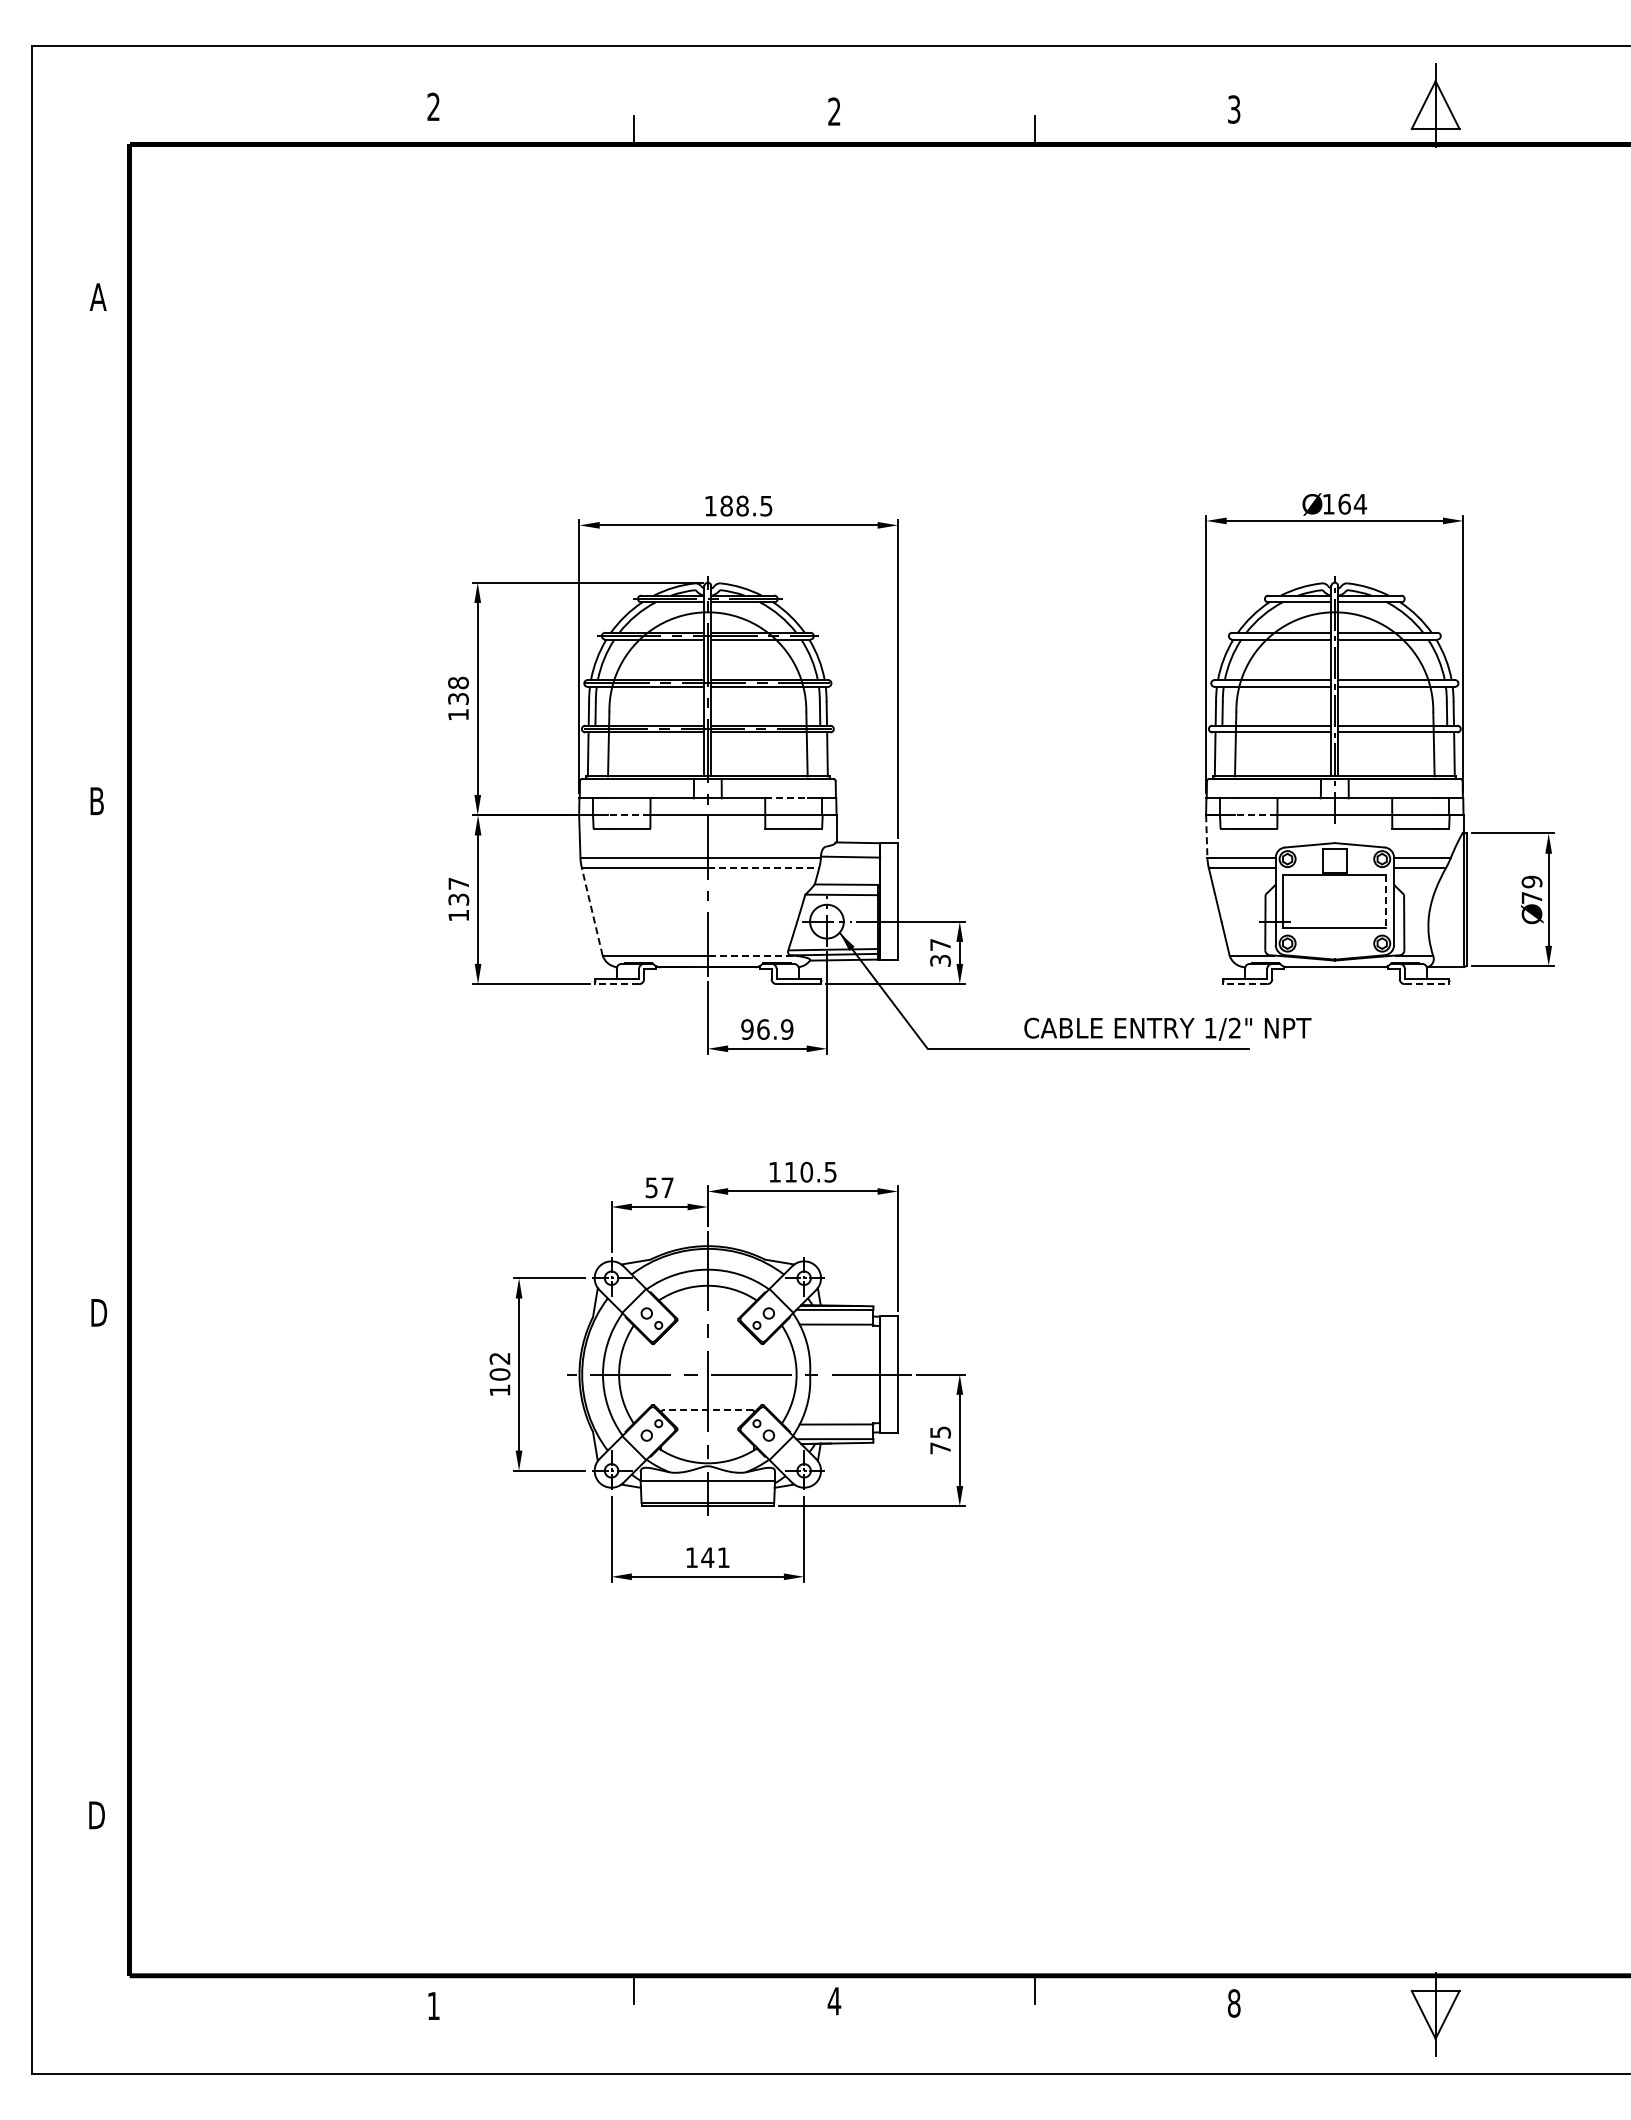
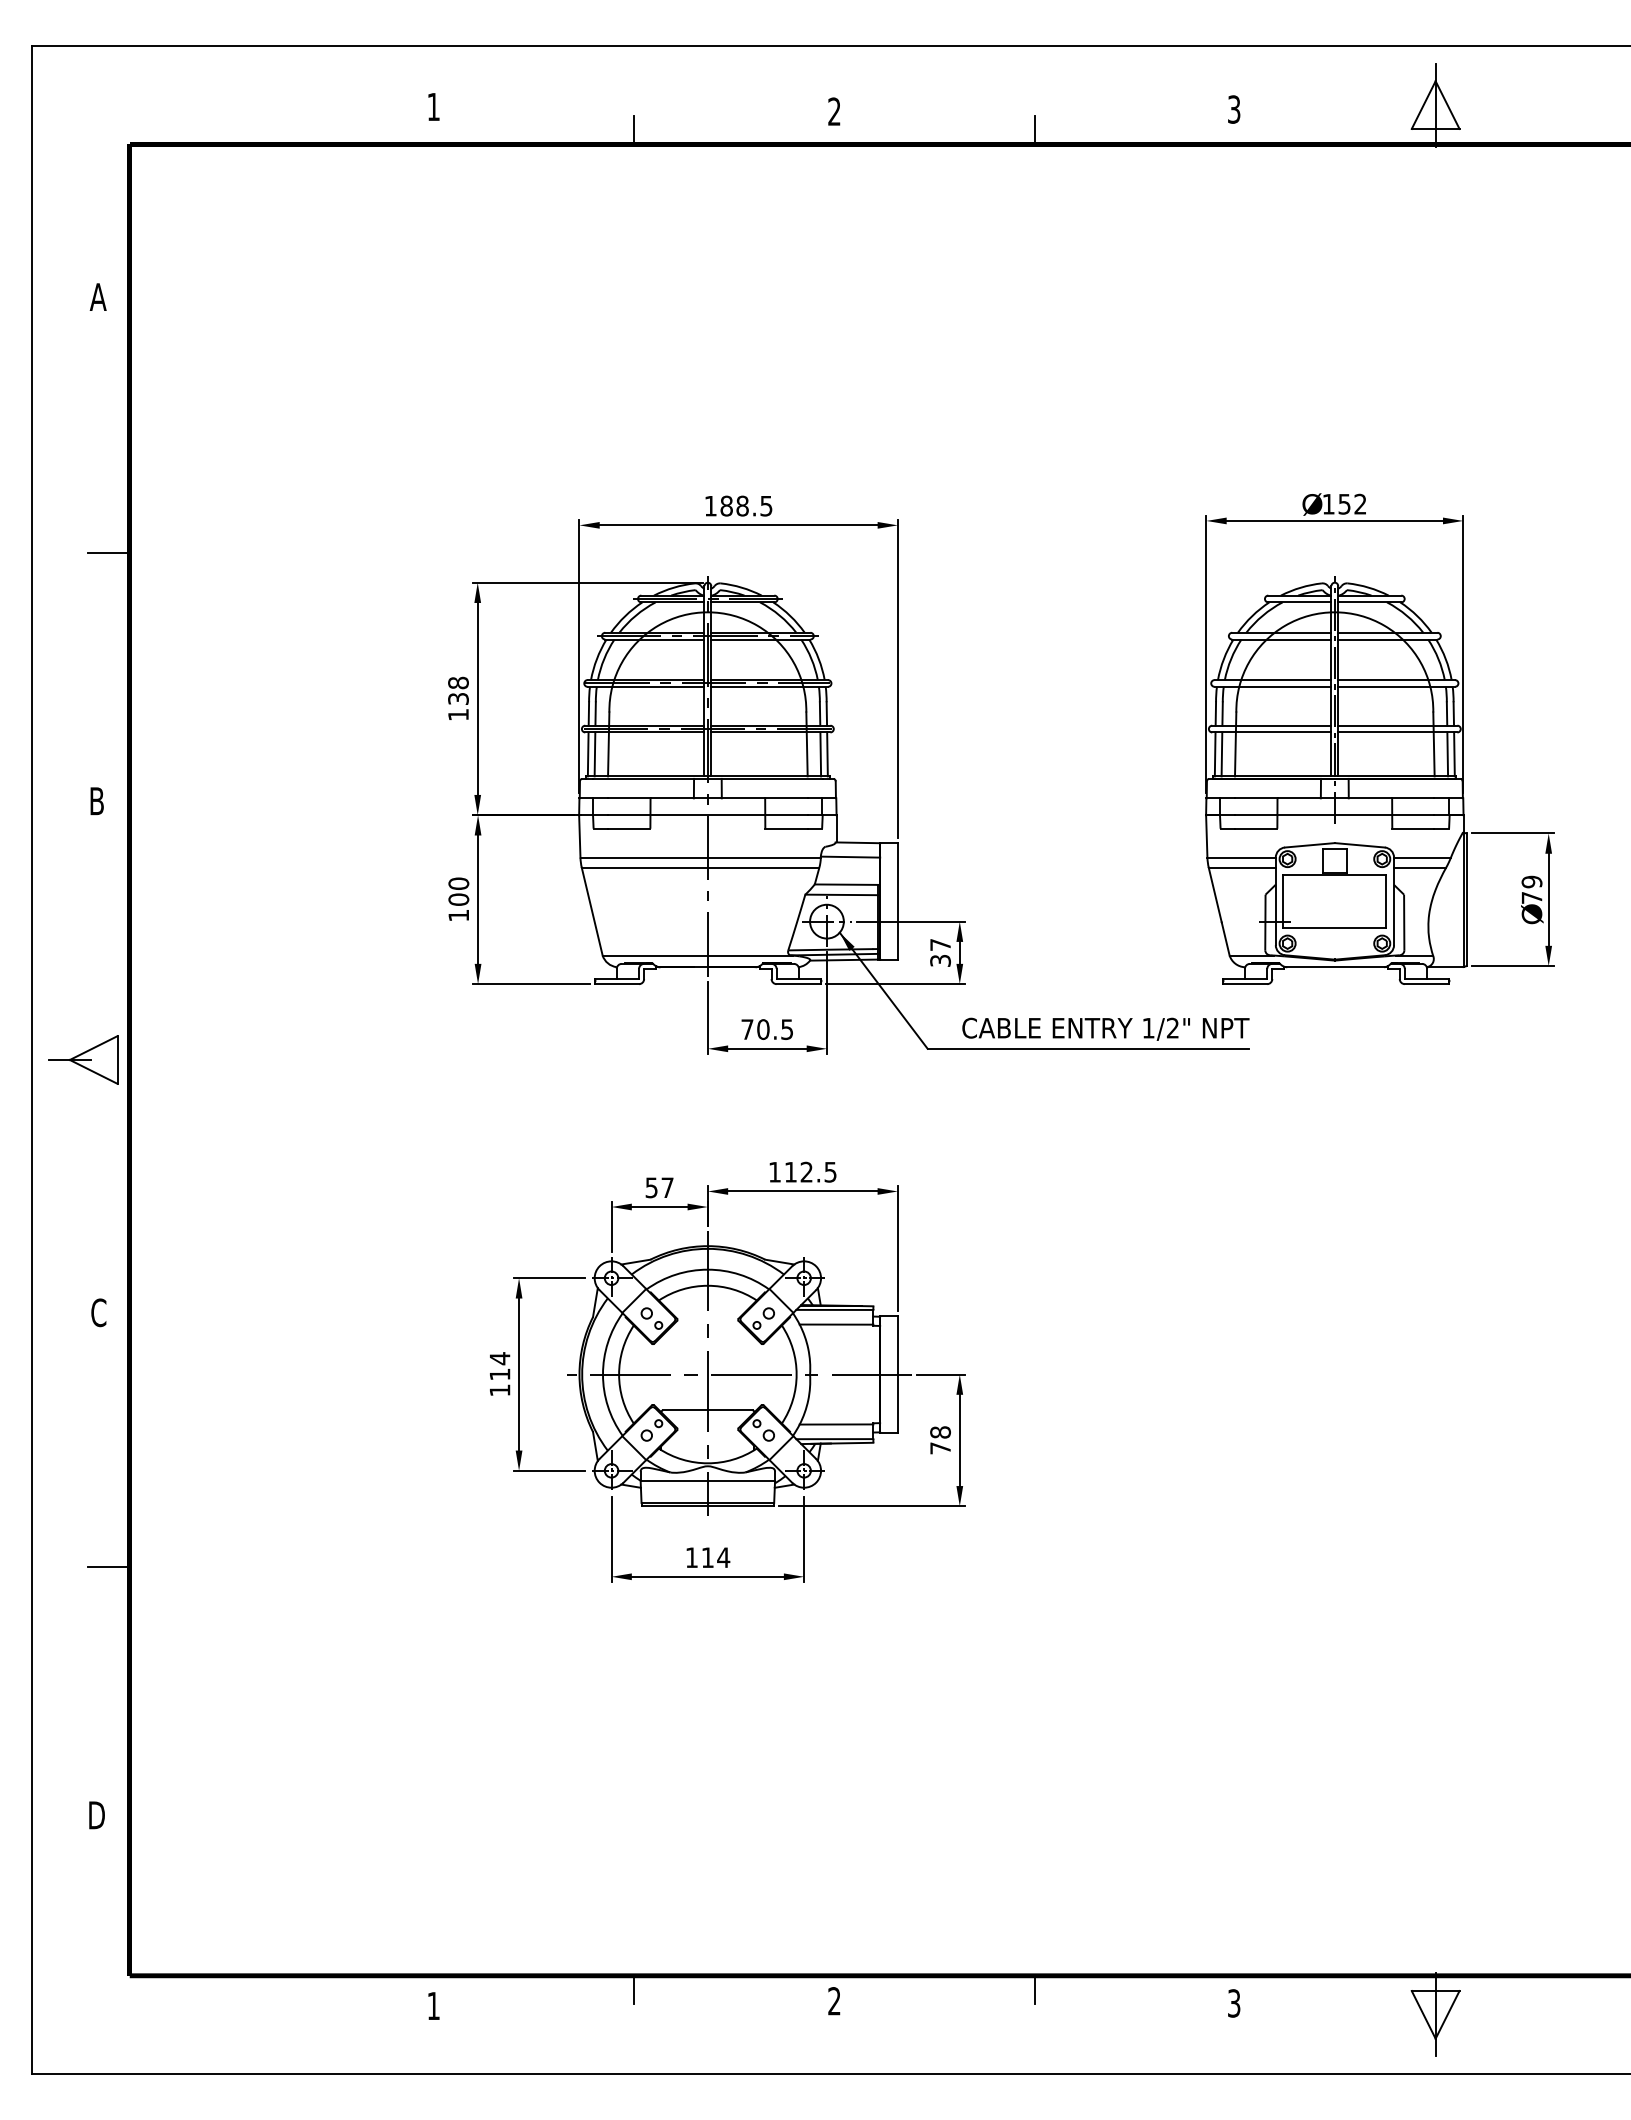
text at (433, 106): 2 -> 1
text at (1352, 503): 164 -> 152
line at (108, 553): none -> present
line at (594, 754): none -> present
line at (820, 754): none -> present
line at (1221, 754): none -> present
line at (1447, 754): none -> present
line at (786, 798): dashed -> solid
line at (628, 815): dashed -> solid
line at (1255, 815): dashed -> solid
line at (1206, 836): dashed -> solid
line at (763, 867): dashed -> solid
text at (458, 891): 137 -> 100
line at (1386, 901): dashed -> solid
line at (592, 911): dashed -> solid
line at (750, 955): dashed -> solid
line at (616, 984): dashed -> solid
line at (1244, 984): dashed -> solid
line at (1427, 984): dashed -> solid
text at (1167, 1028) position: (1167, 1028) -> (1105, 1028)
text at (767, 1029): 96.9 -> 70.5
part at (83, 1059): none -> present
text at (806, 1171): 110.5 -> 112.5
text at (99, 1312): D -> C
text at (499, 1366): 102 -> 114
line at (707, 1410): dashed -> solid
text at (940, 1432): 75 -> 78
text at (715, 1557): 141 -> 114
line at (108, 1566): none -> present
text at (834, 2001): 4 -> 2
text at (1233, 2003): 8 -> 3
